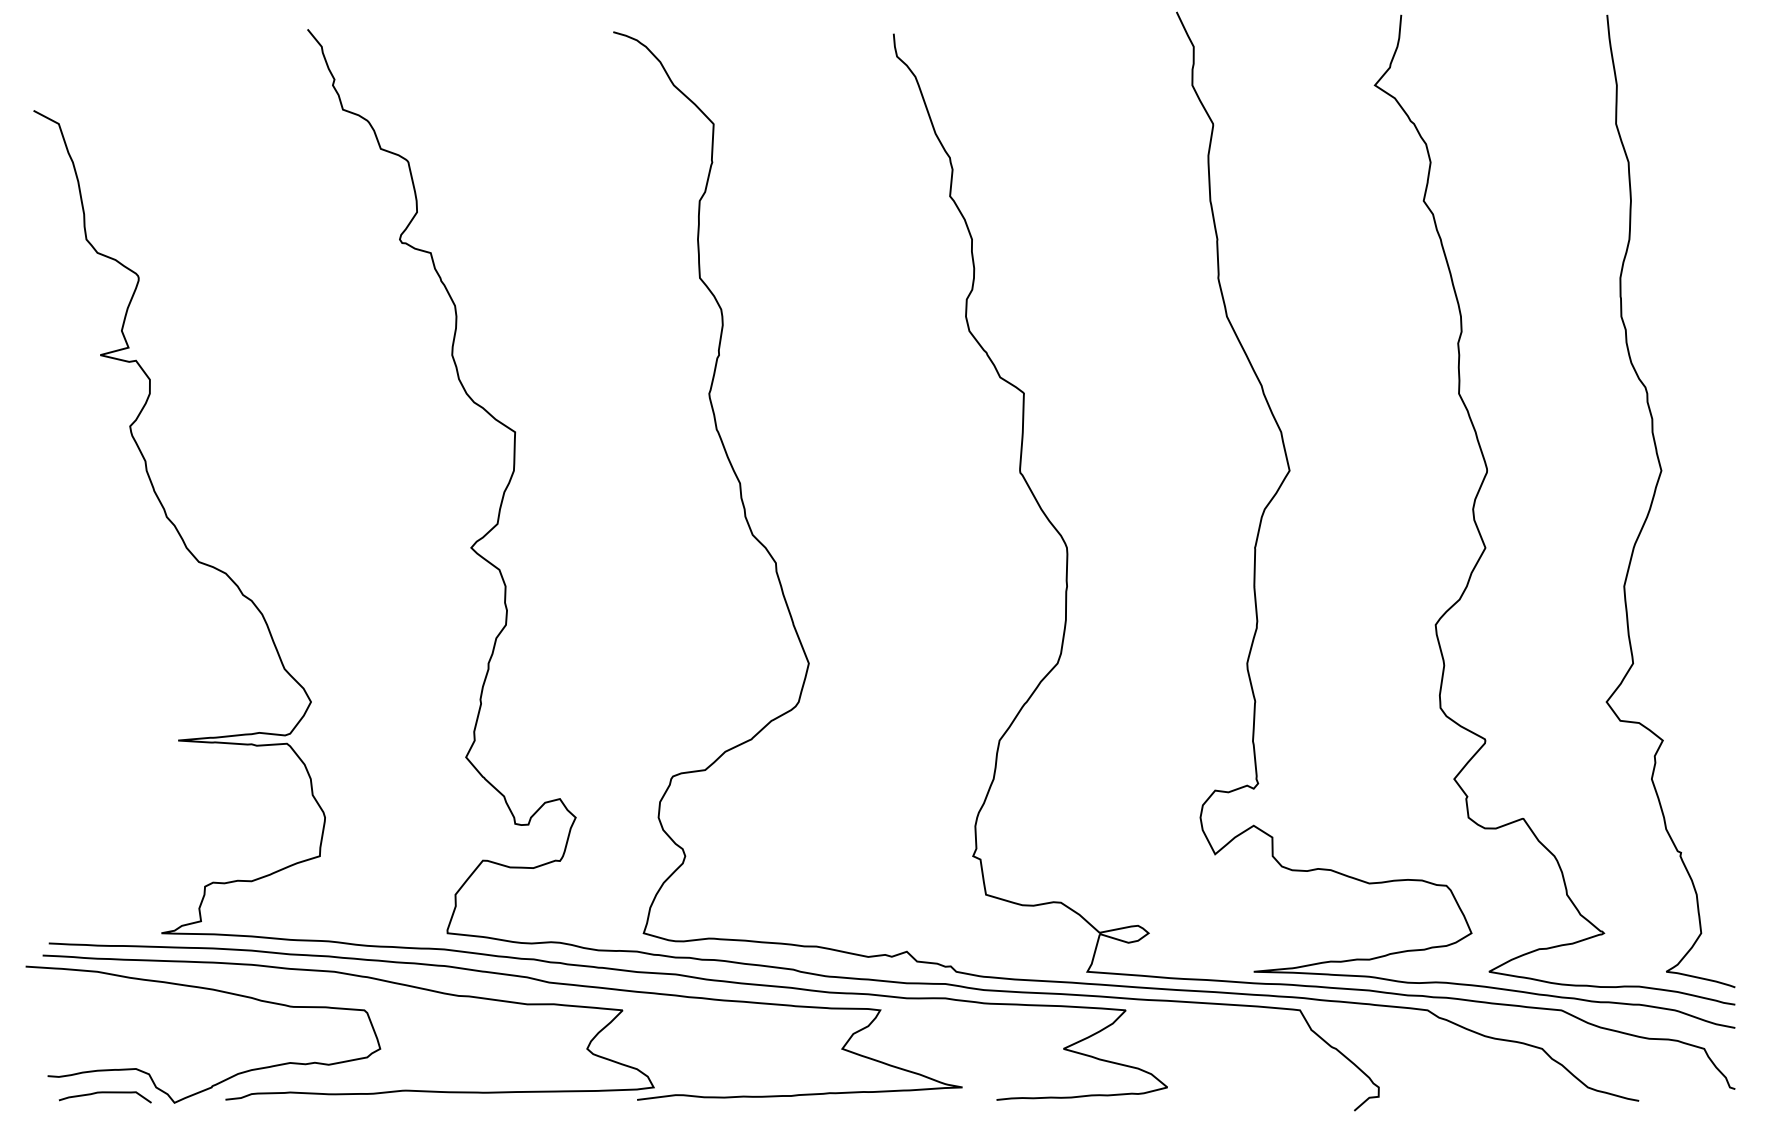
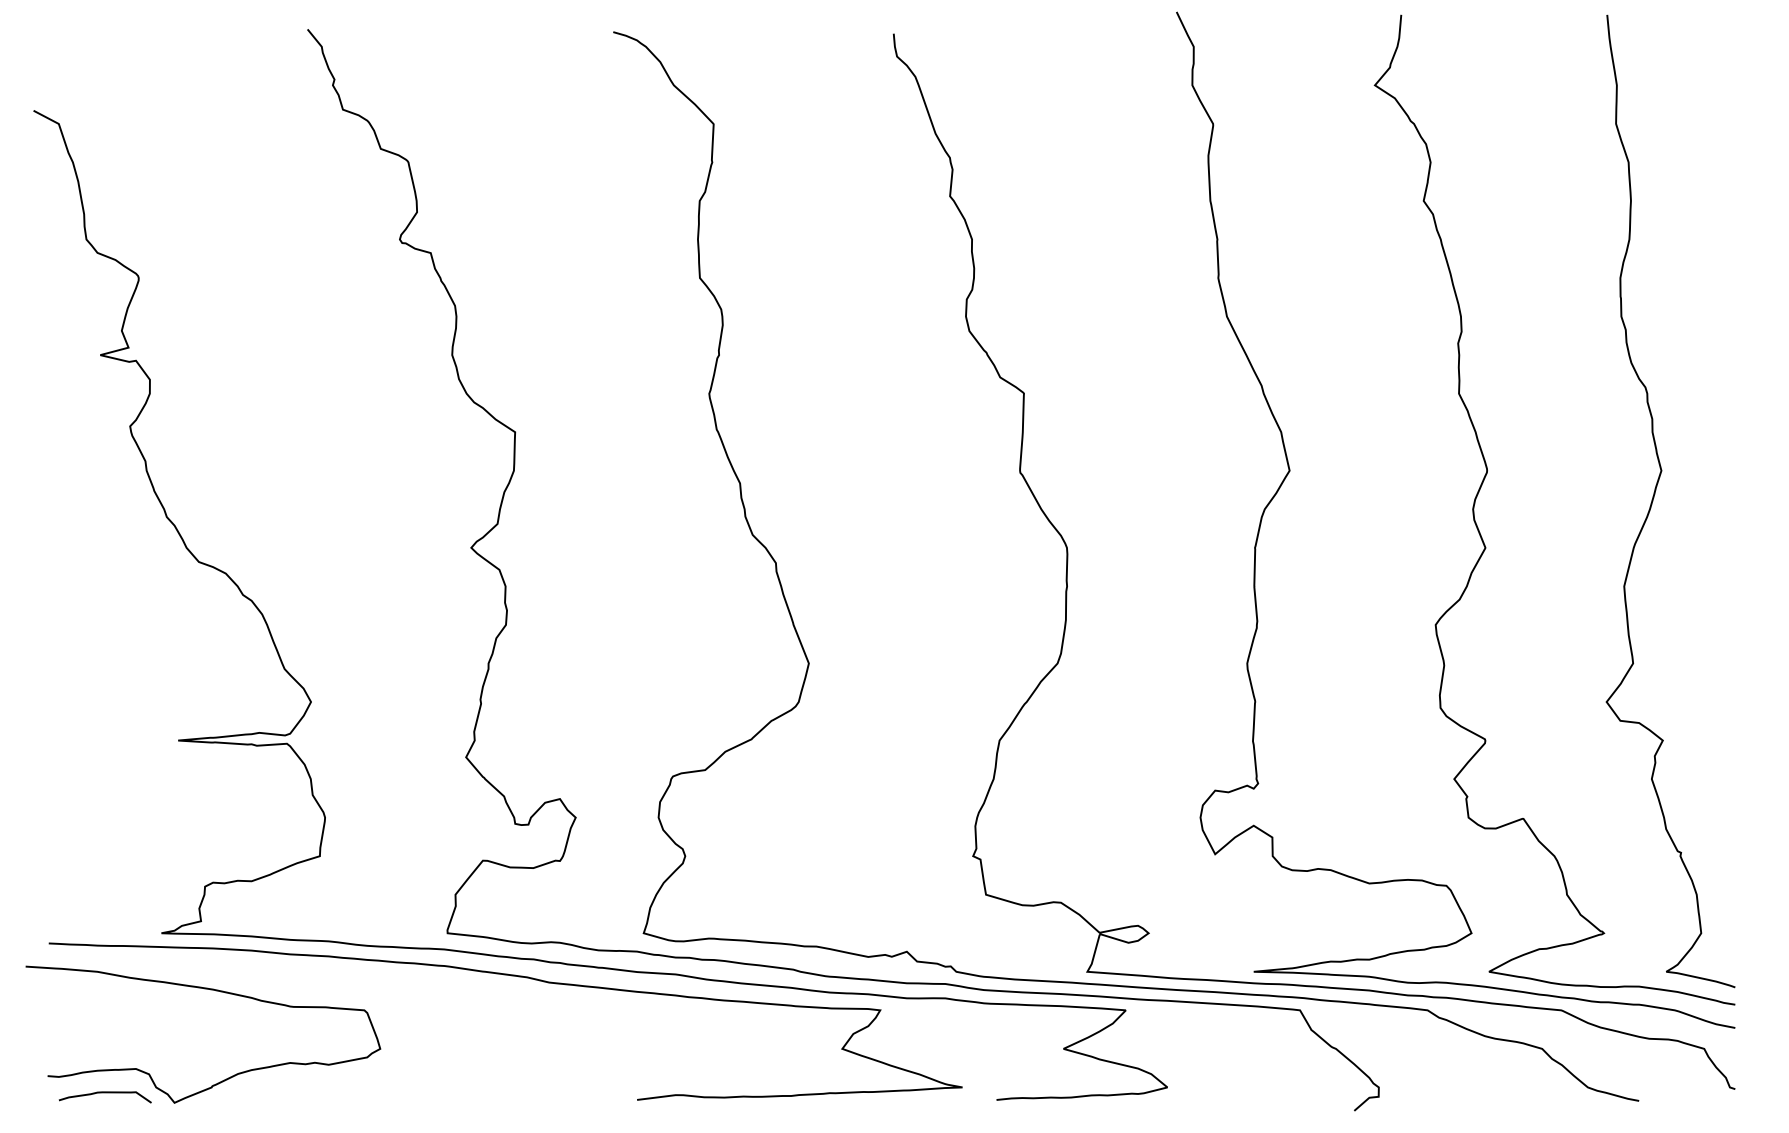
curve at (354, 976): present -> none
